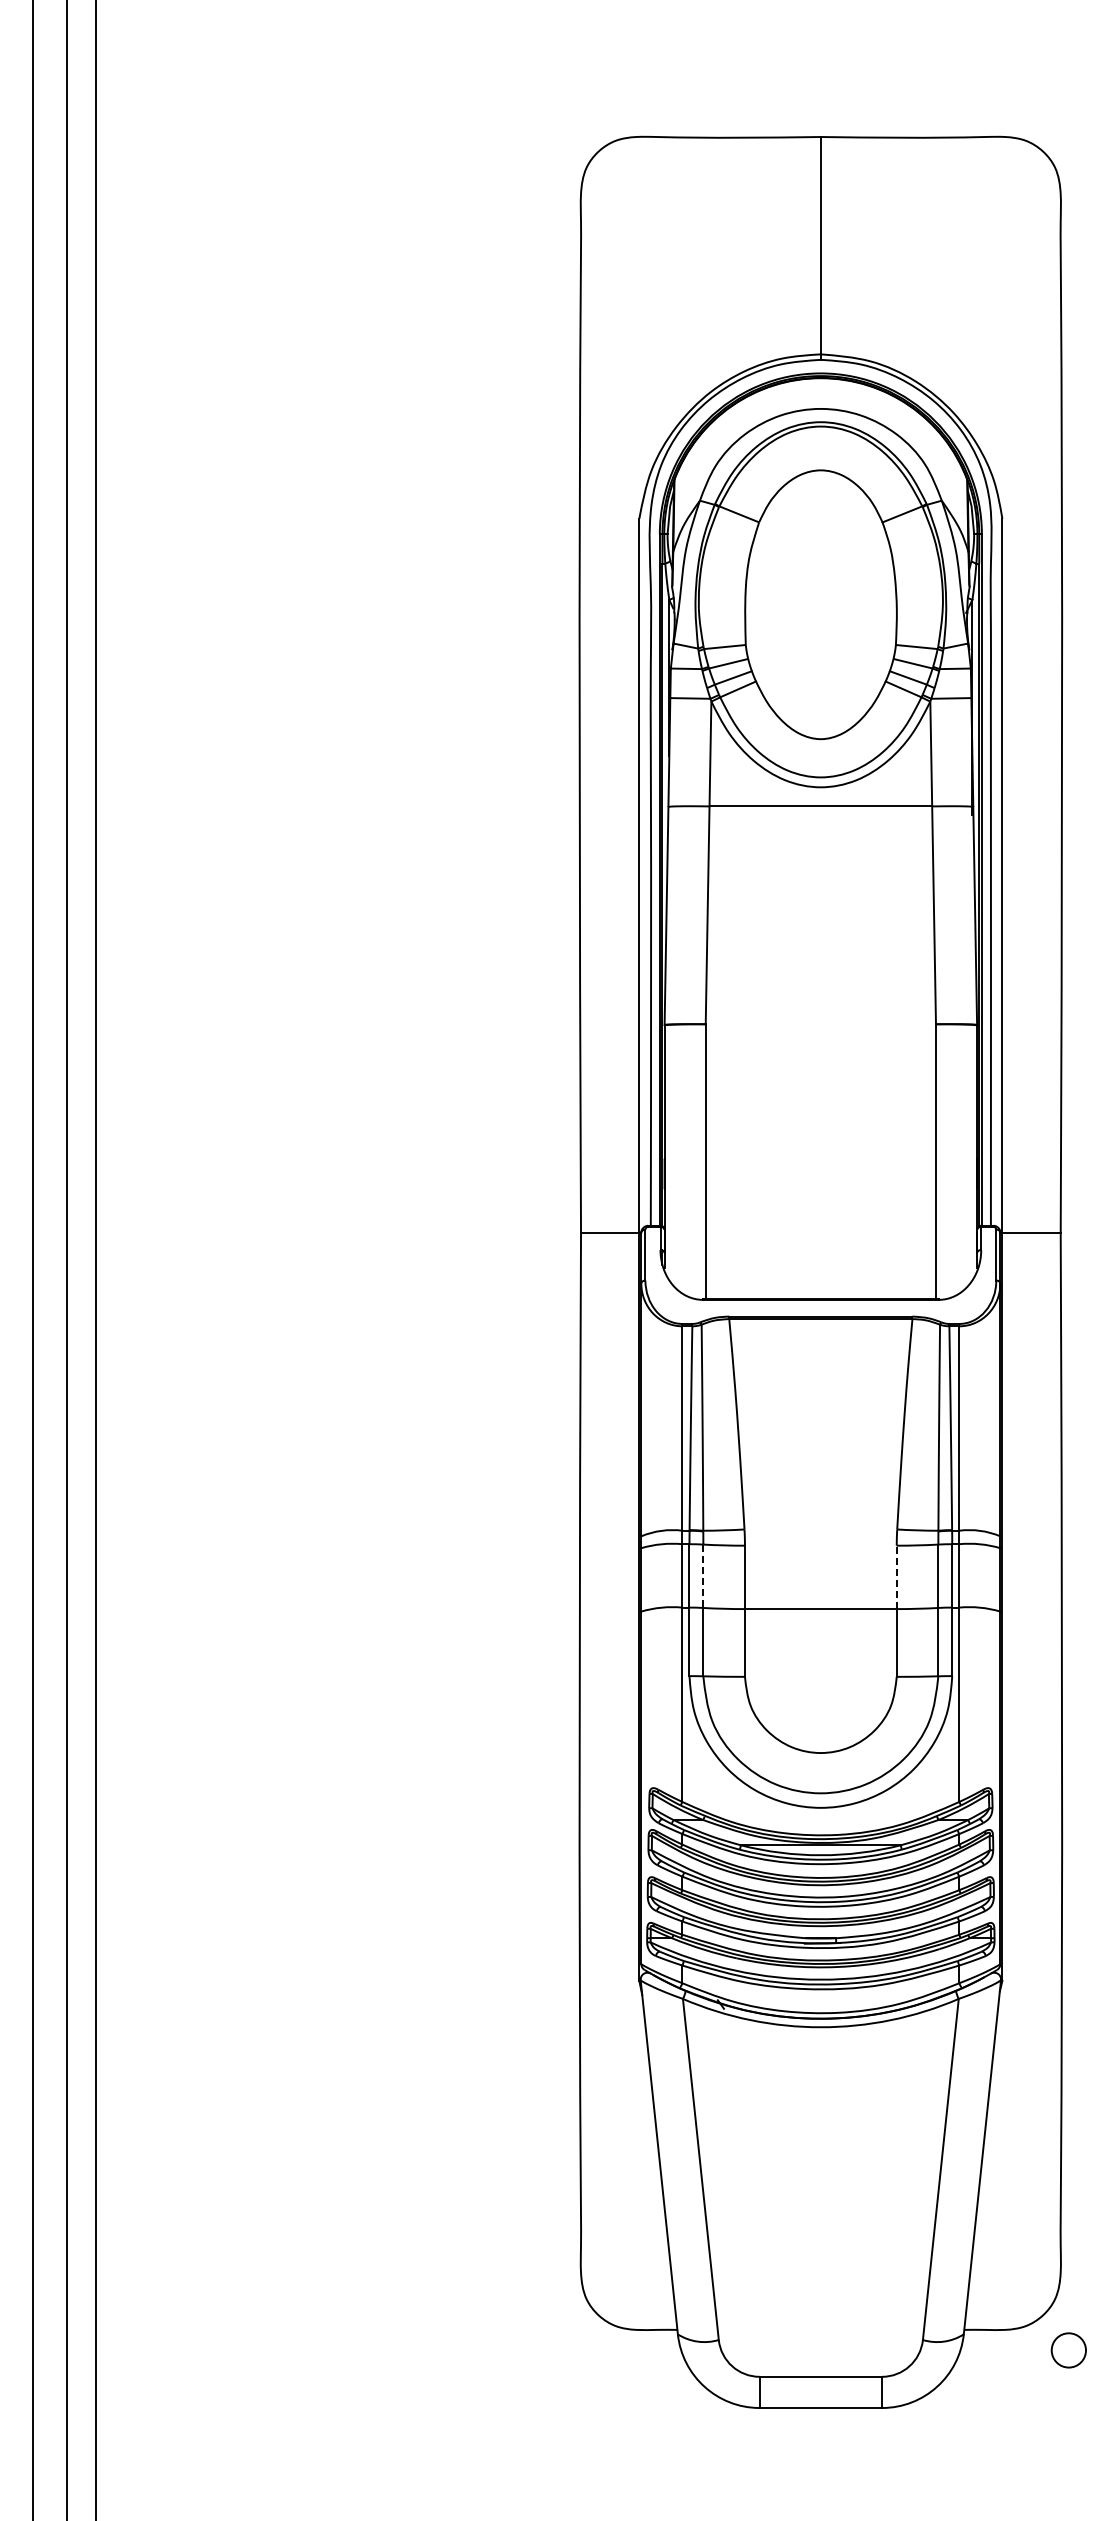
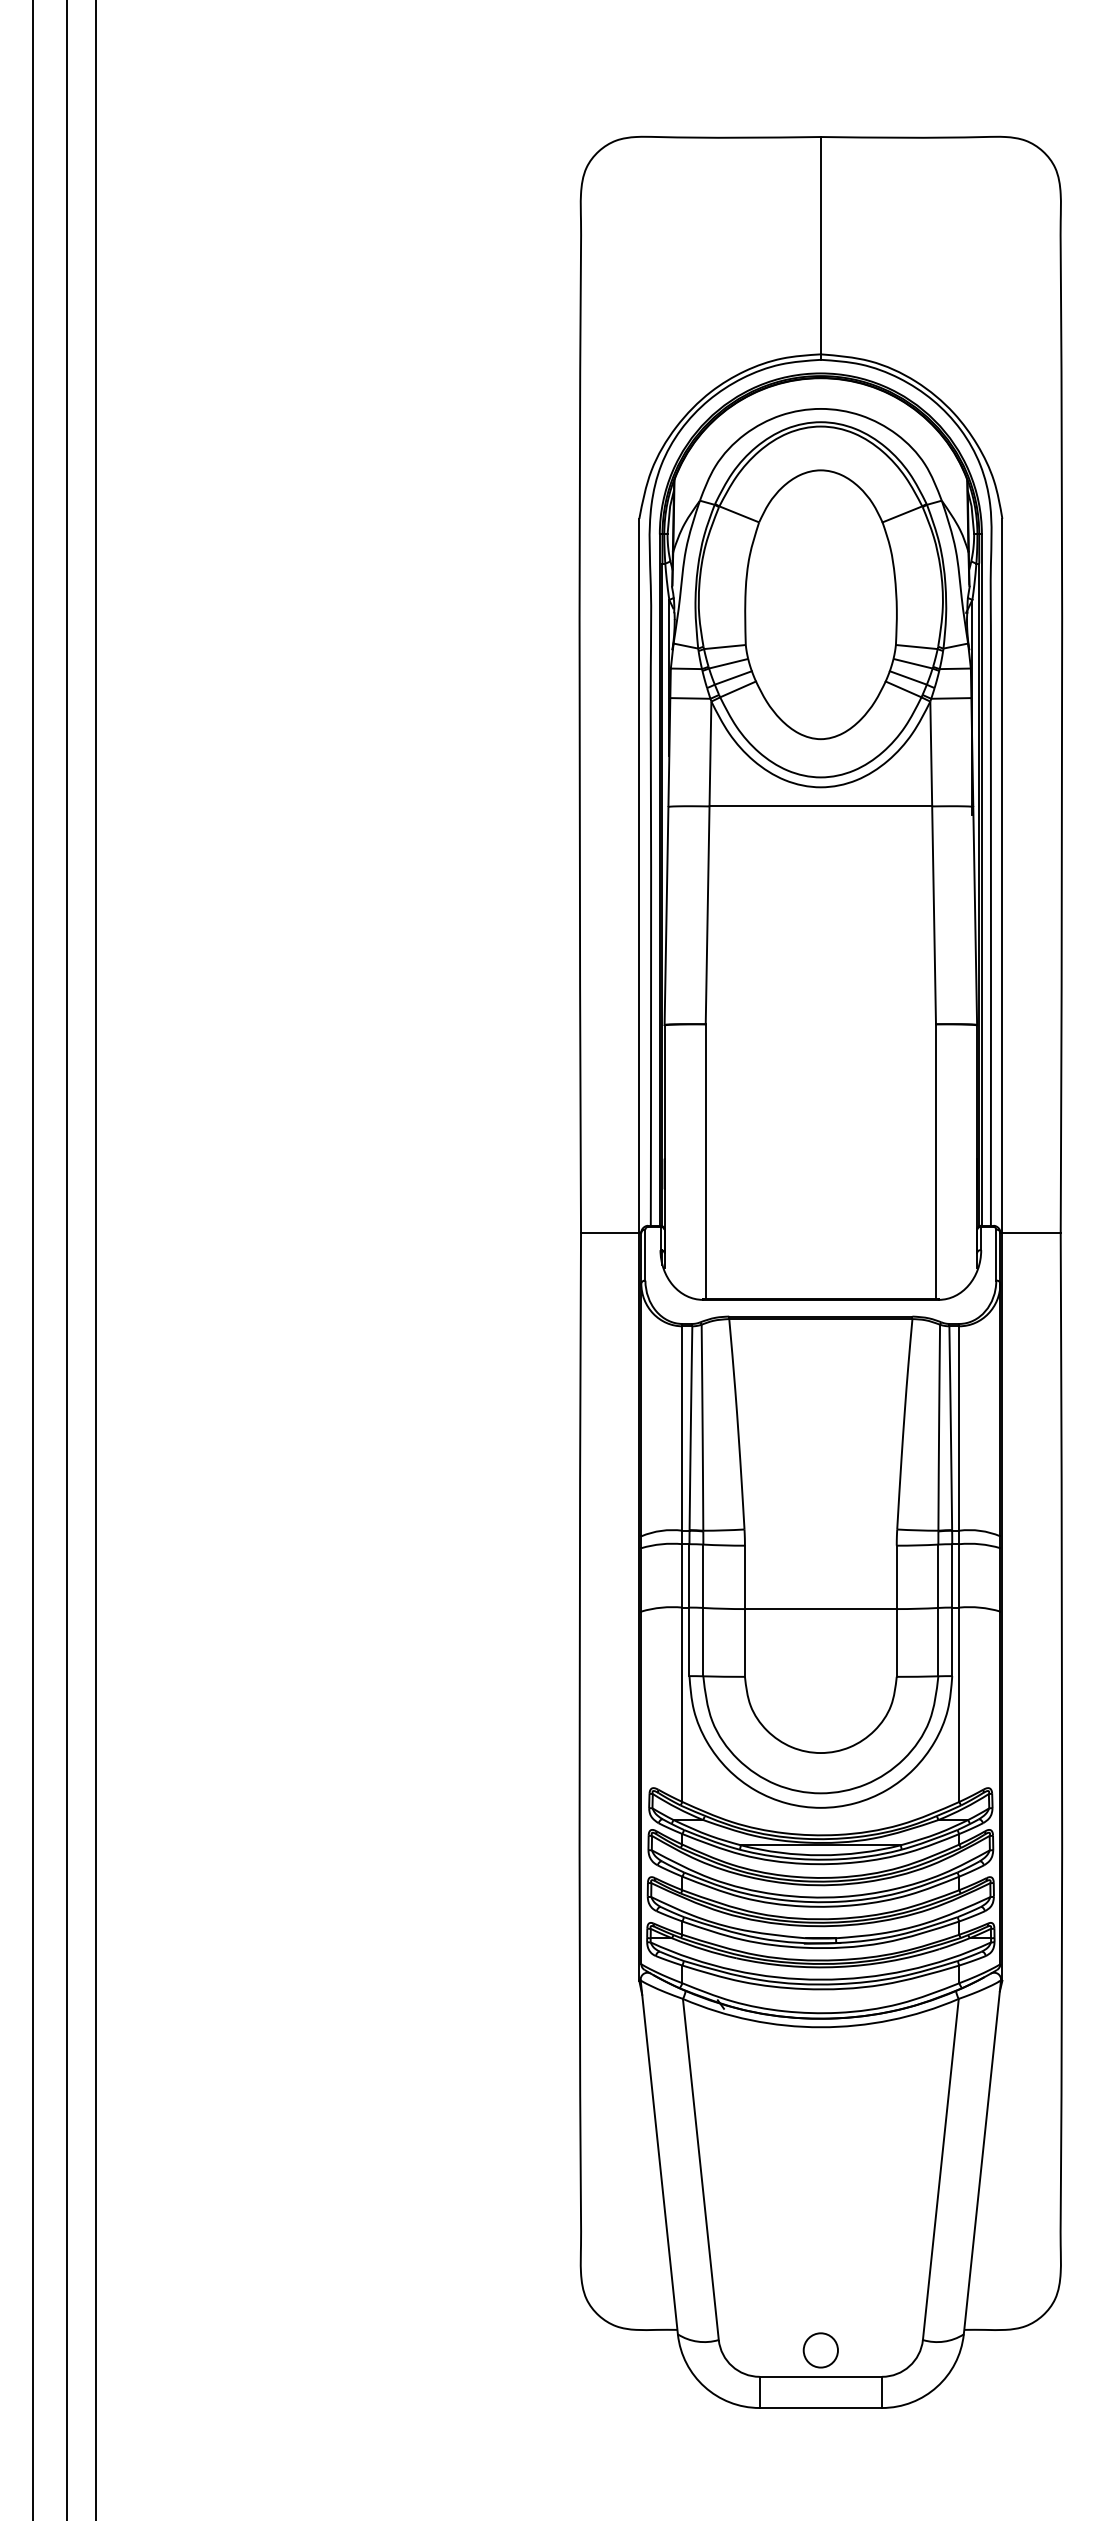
line at (703, 1576): dashed -> solid
line at (896, 1577): dashed -> solid
circle at (1068, 2350) position: (1068, 2350) -> (820, 2350)
